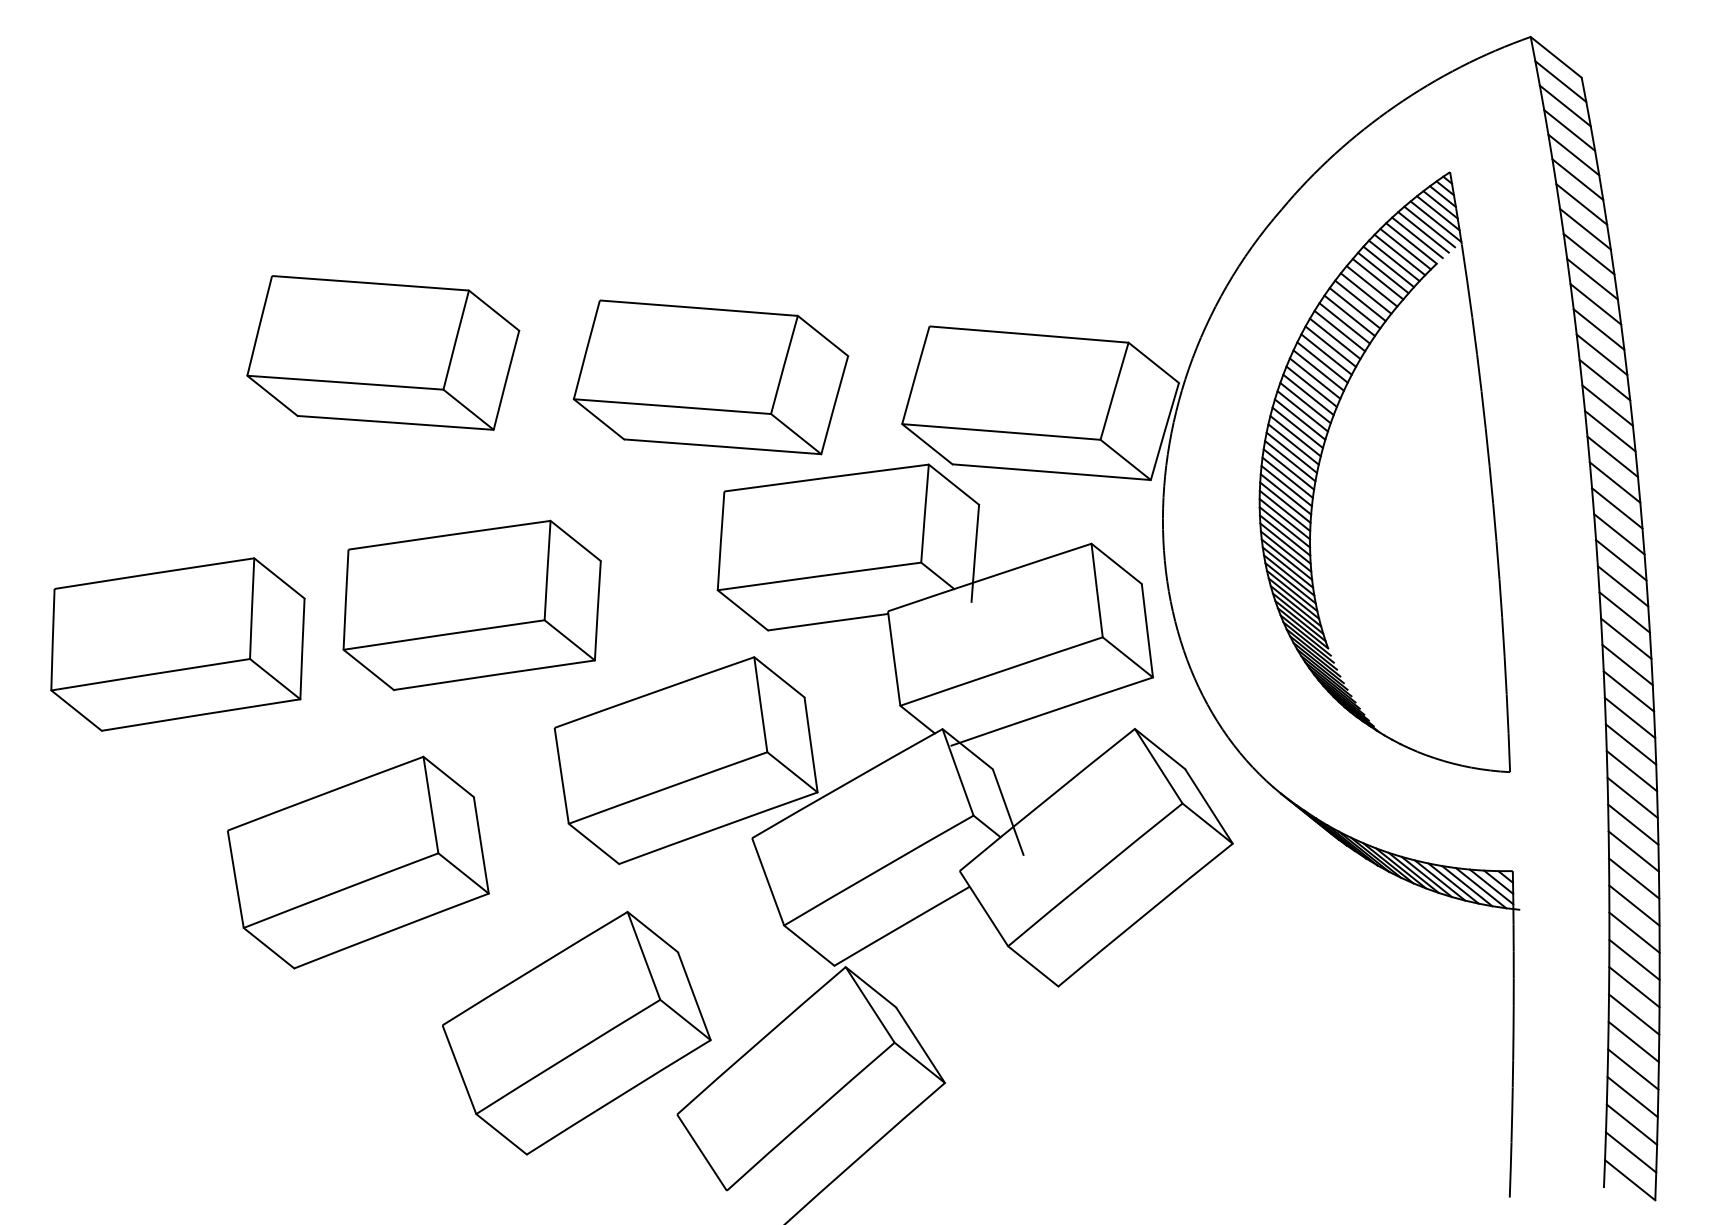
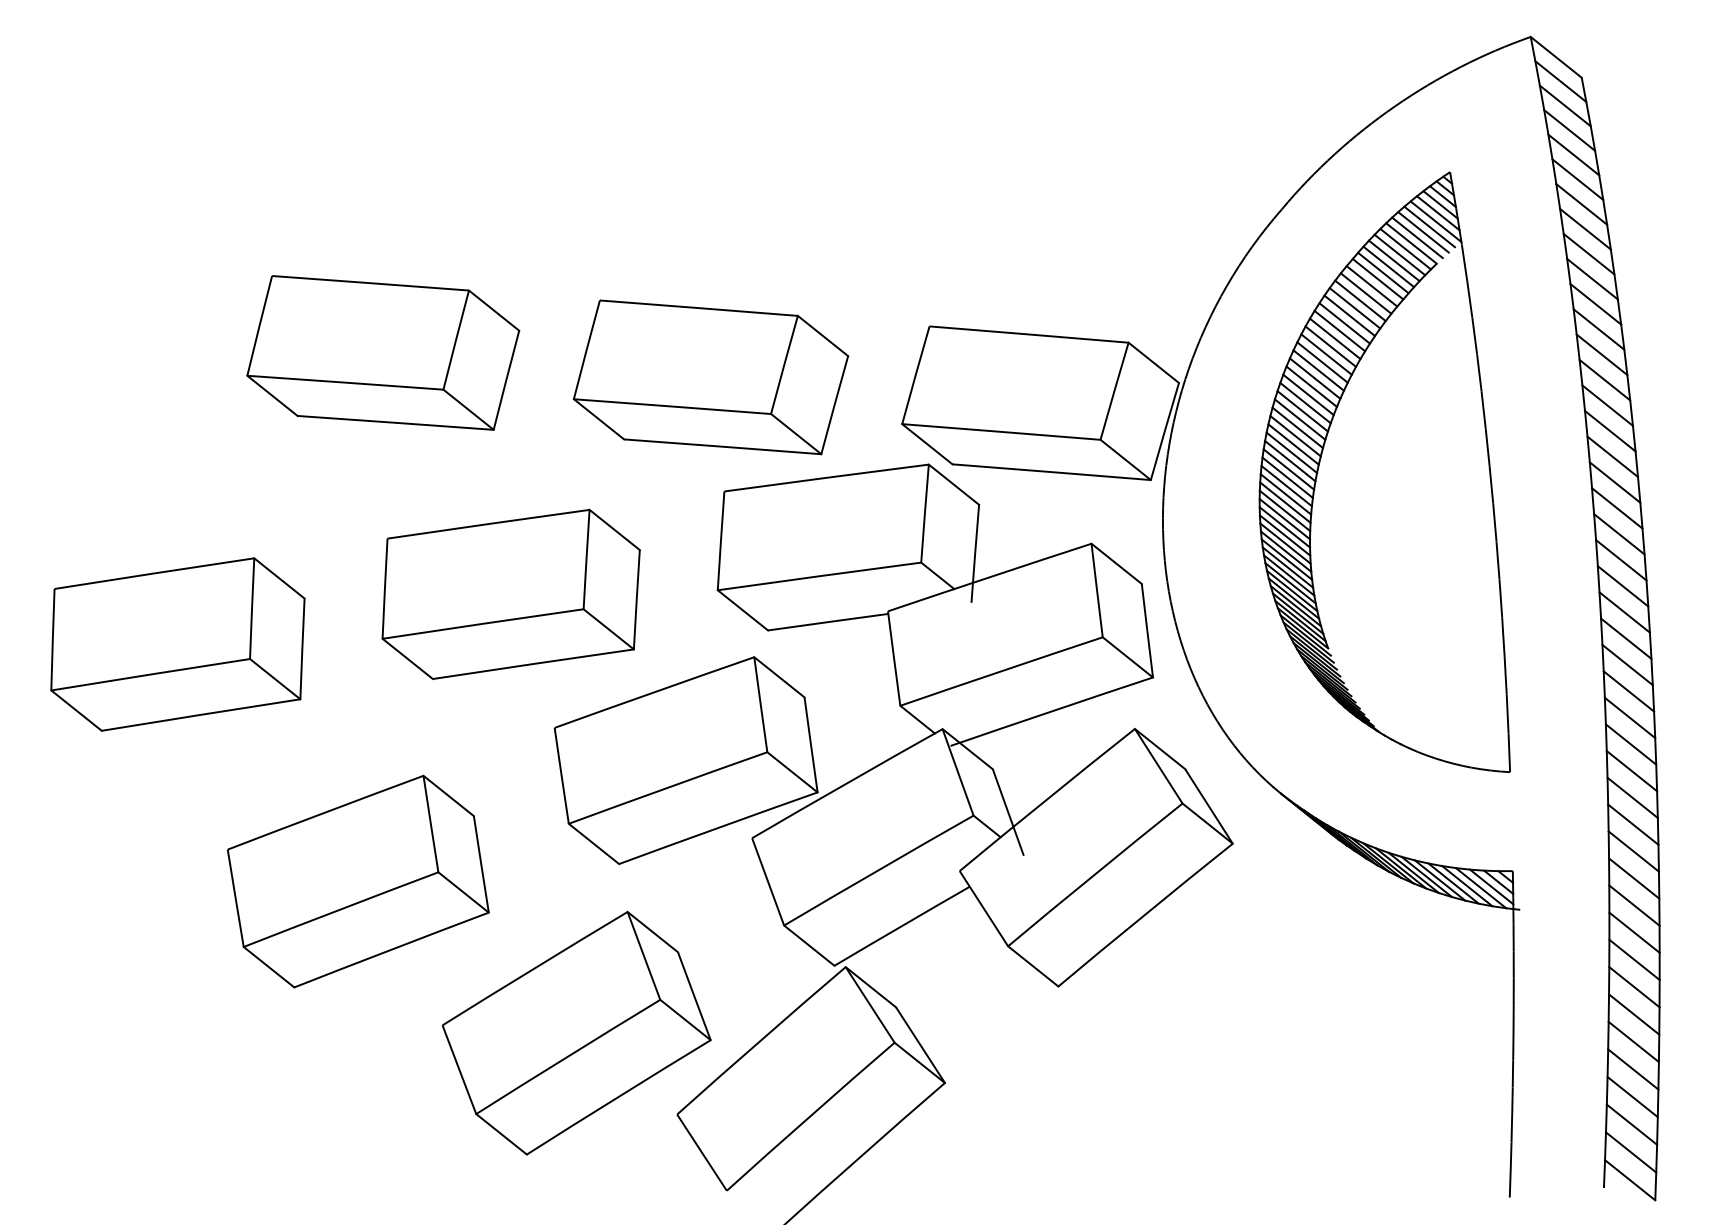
part at (471, 604) position: (471, 604) -> (510, 593)
part at (358, 862) position: (358, 862) -> (358, 881)
